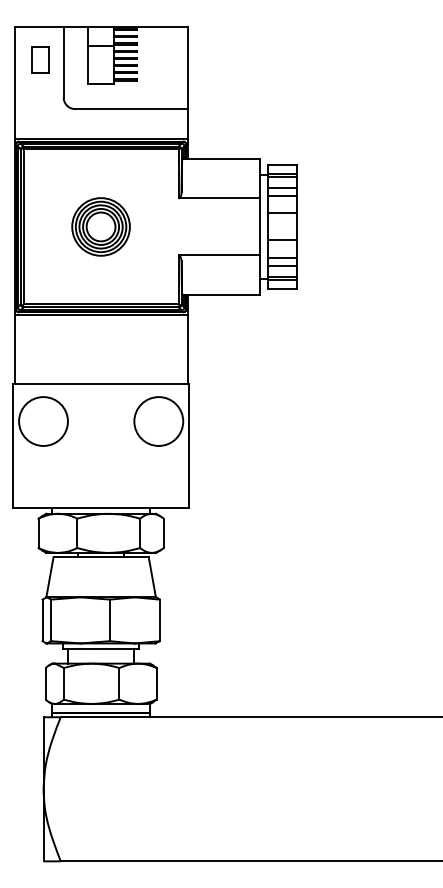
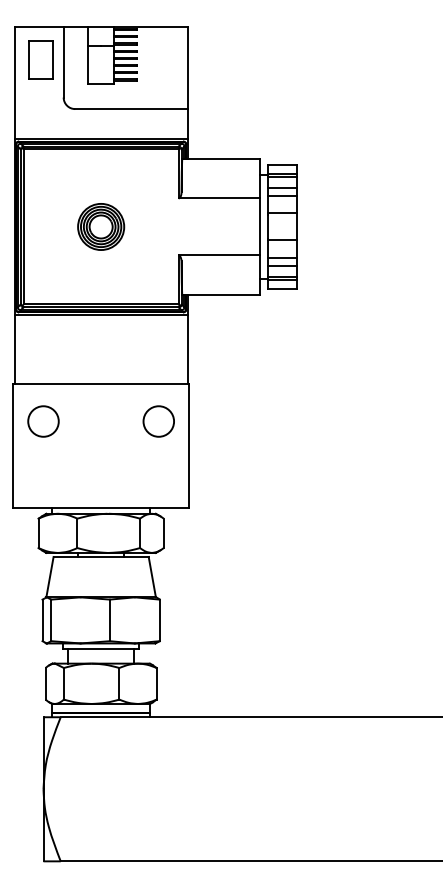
part at (40, 59) size: 19x28 px -> 26x40 px
part at (100, 226) size: 60x60 px -> 49x48 px
circle at (43, 421) diameter: 49 px -> 31 px
circle at (158, 421) diameter: 49 px -> 31 px
